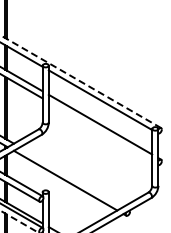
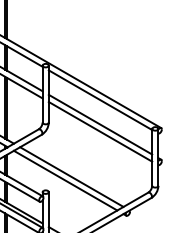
line at (80, 81): dashed -> solid
line at (100, 131): none -> present
line at (71, 176): none -> present
line at (19, 221): dashed -> solid
